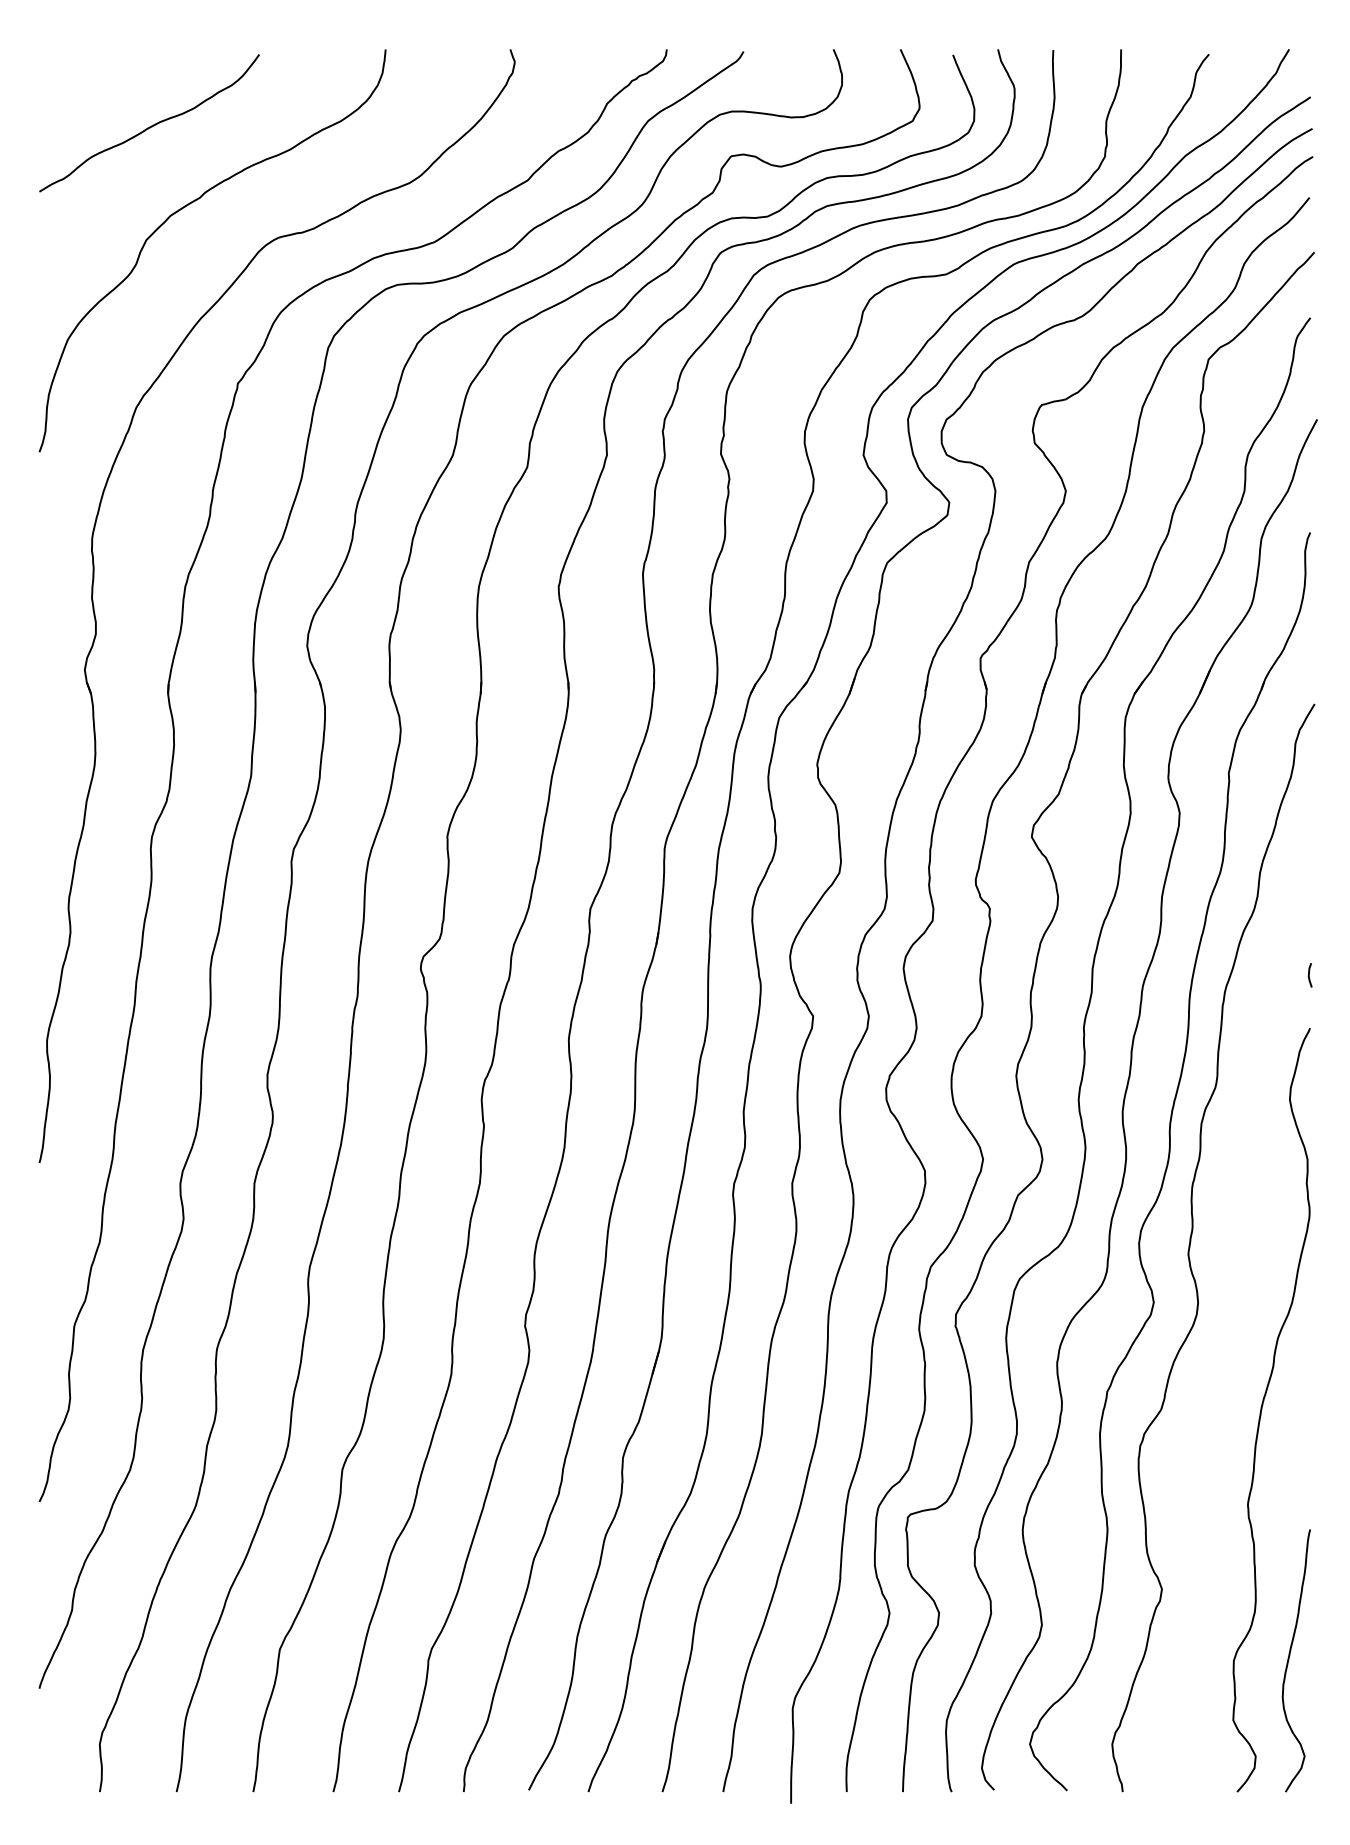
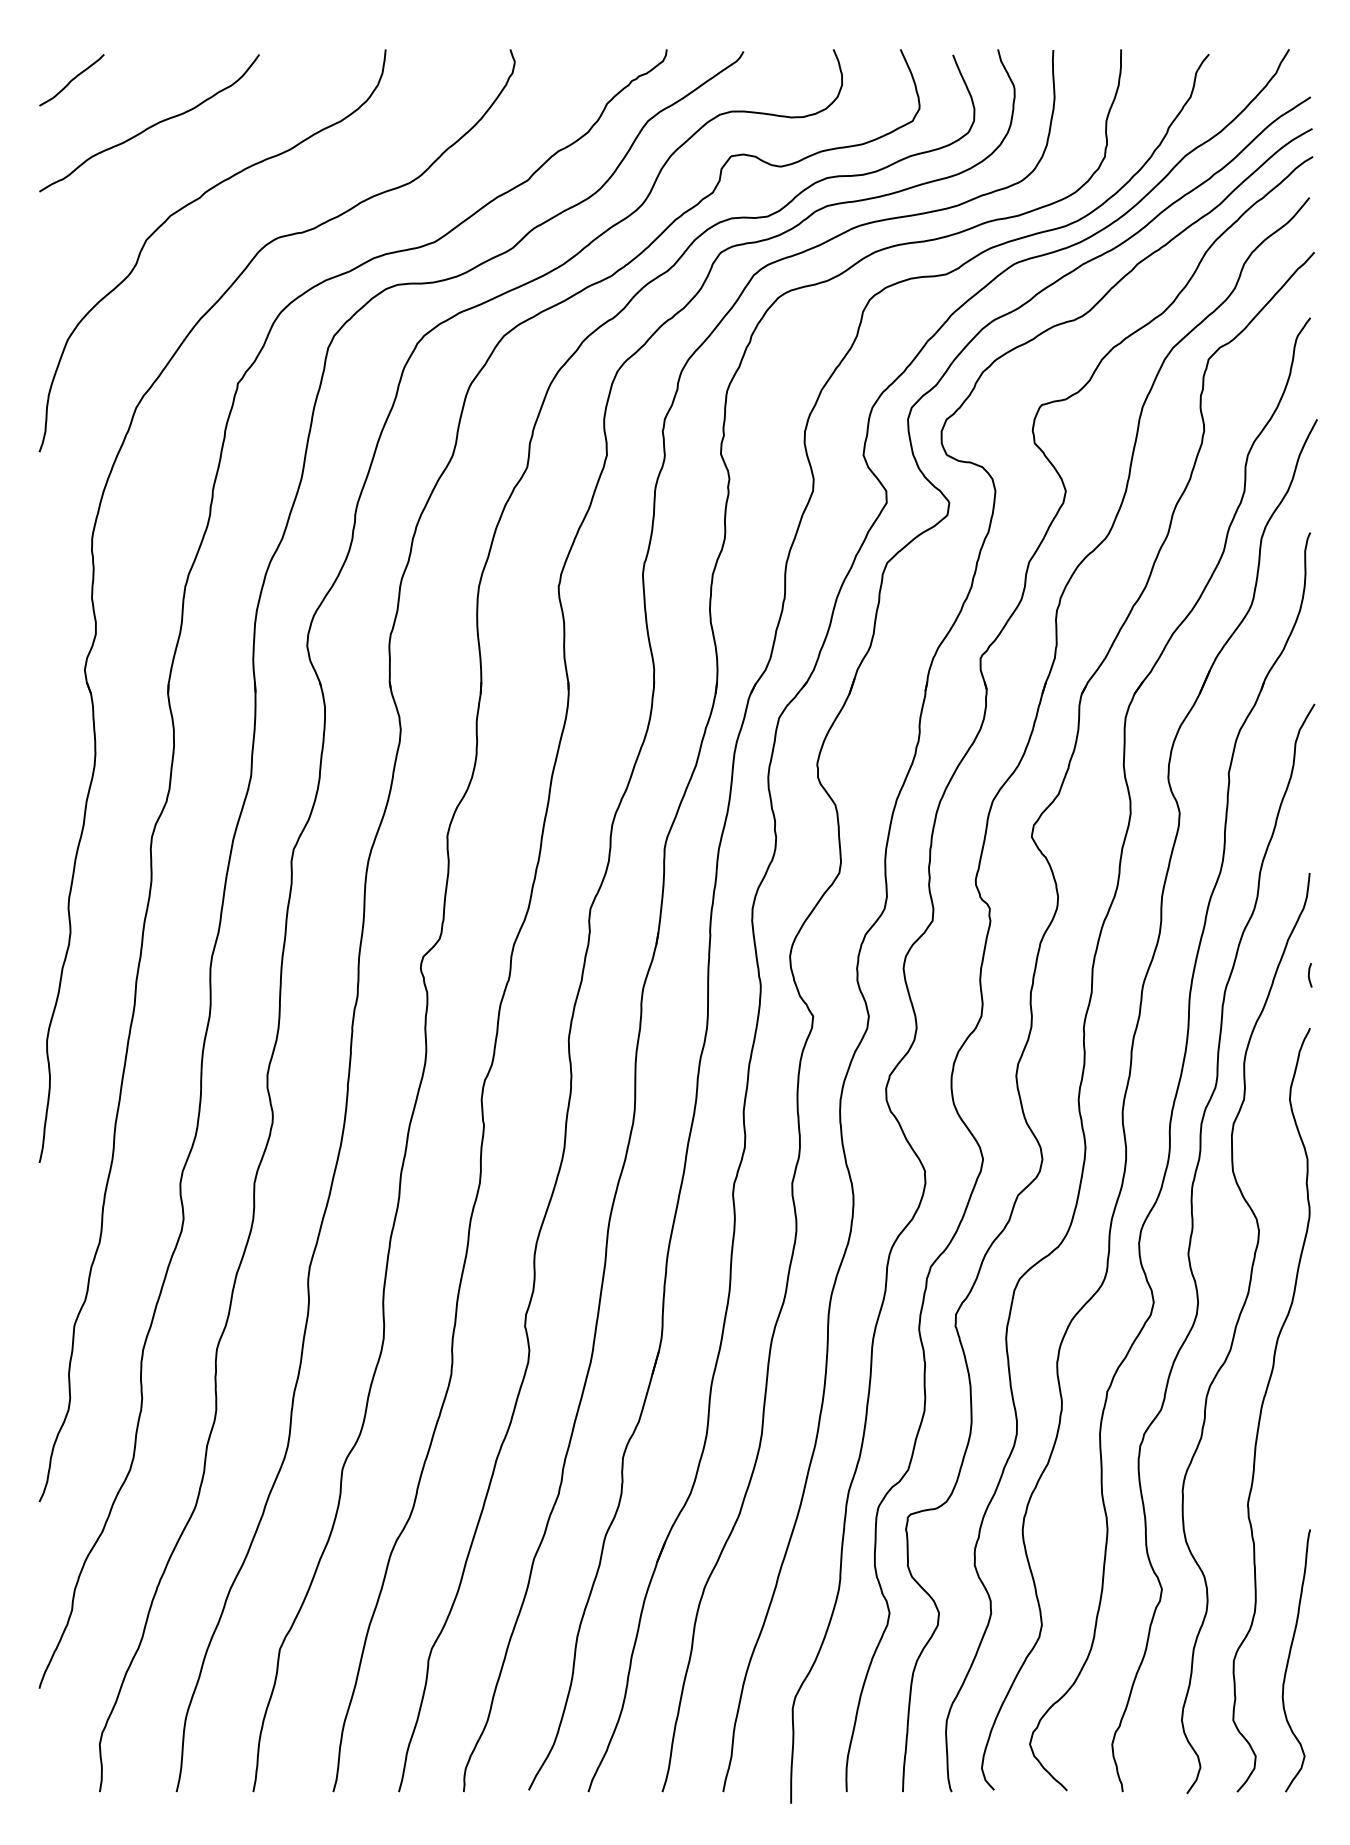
curve at (71, 80): none -> present
curve at (1236, 1329): none -> present
